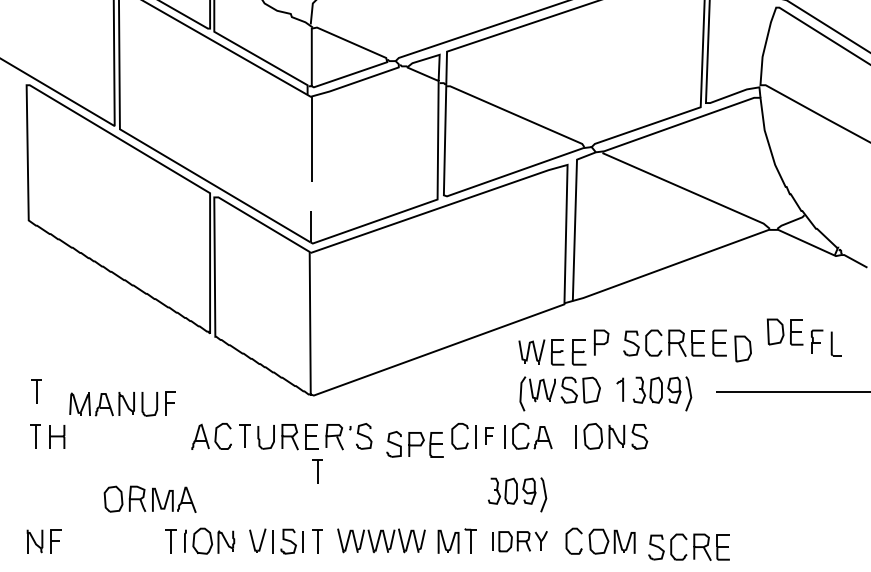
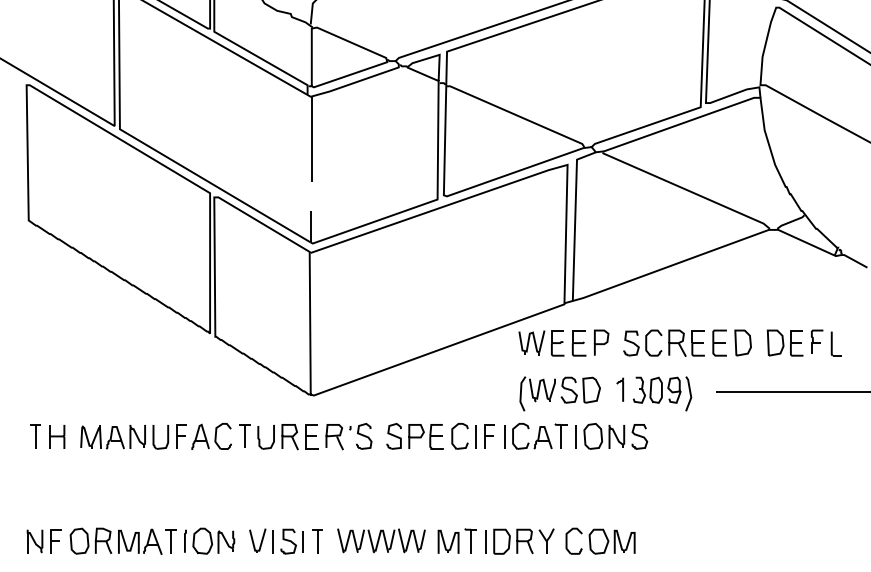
part at (784, 331) position: (784, 331) -> (784, 342)
part at (742, 348) position: (742, 348) -> (742, 342)
part at (552, 352) position: (552, 352) -> (552, 343)
part at (36, 391): present -> none
part at (122, 403) position: (122, 403) -> (133, 436)
part at (489, 435) size: 9x18 px -> 11x25 px
part at (560, 435): none -> present
part at (414, 444) position: (414, 444) -> (414, 436)
part at (317, 471): present -> none
part at (517, 494): present -> none
part at (149, 498) position: (149, 498) -> (115, 540)
part at (519, 541) size: 56x22 px -> 70x27 px
part at (688, 546): present -> none
